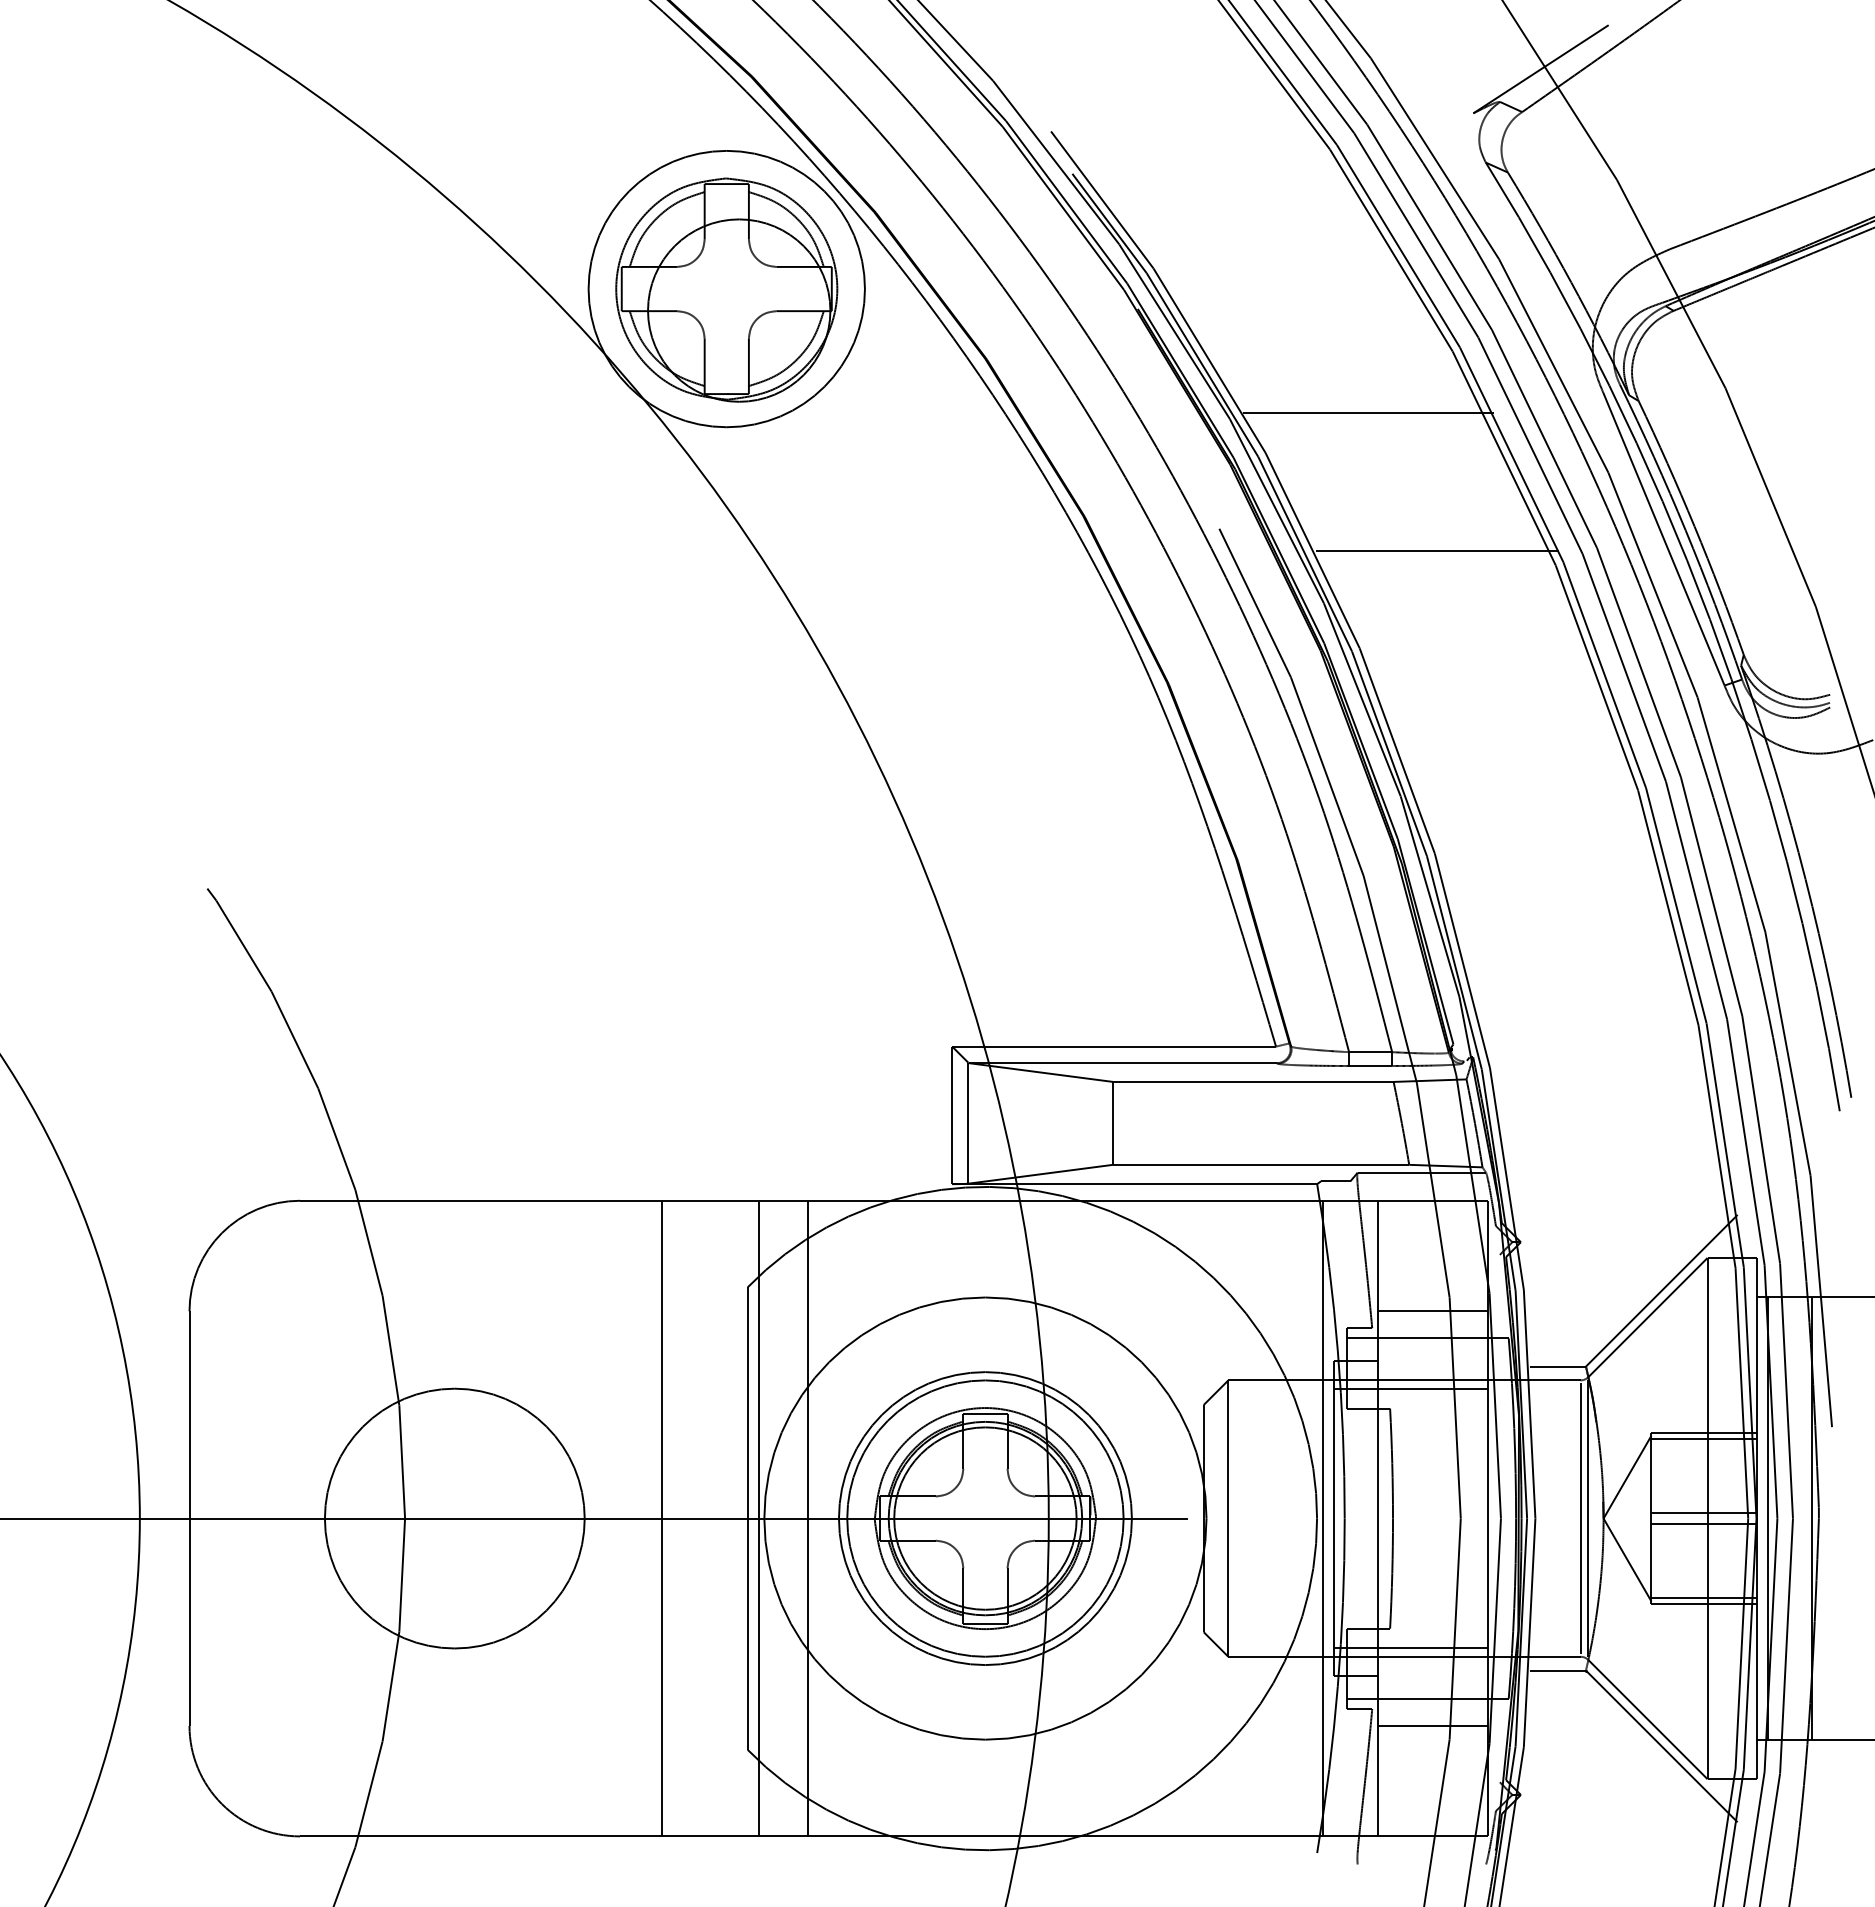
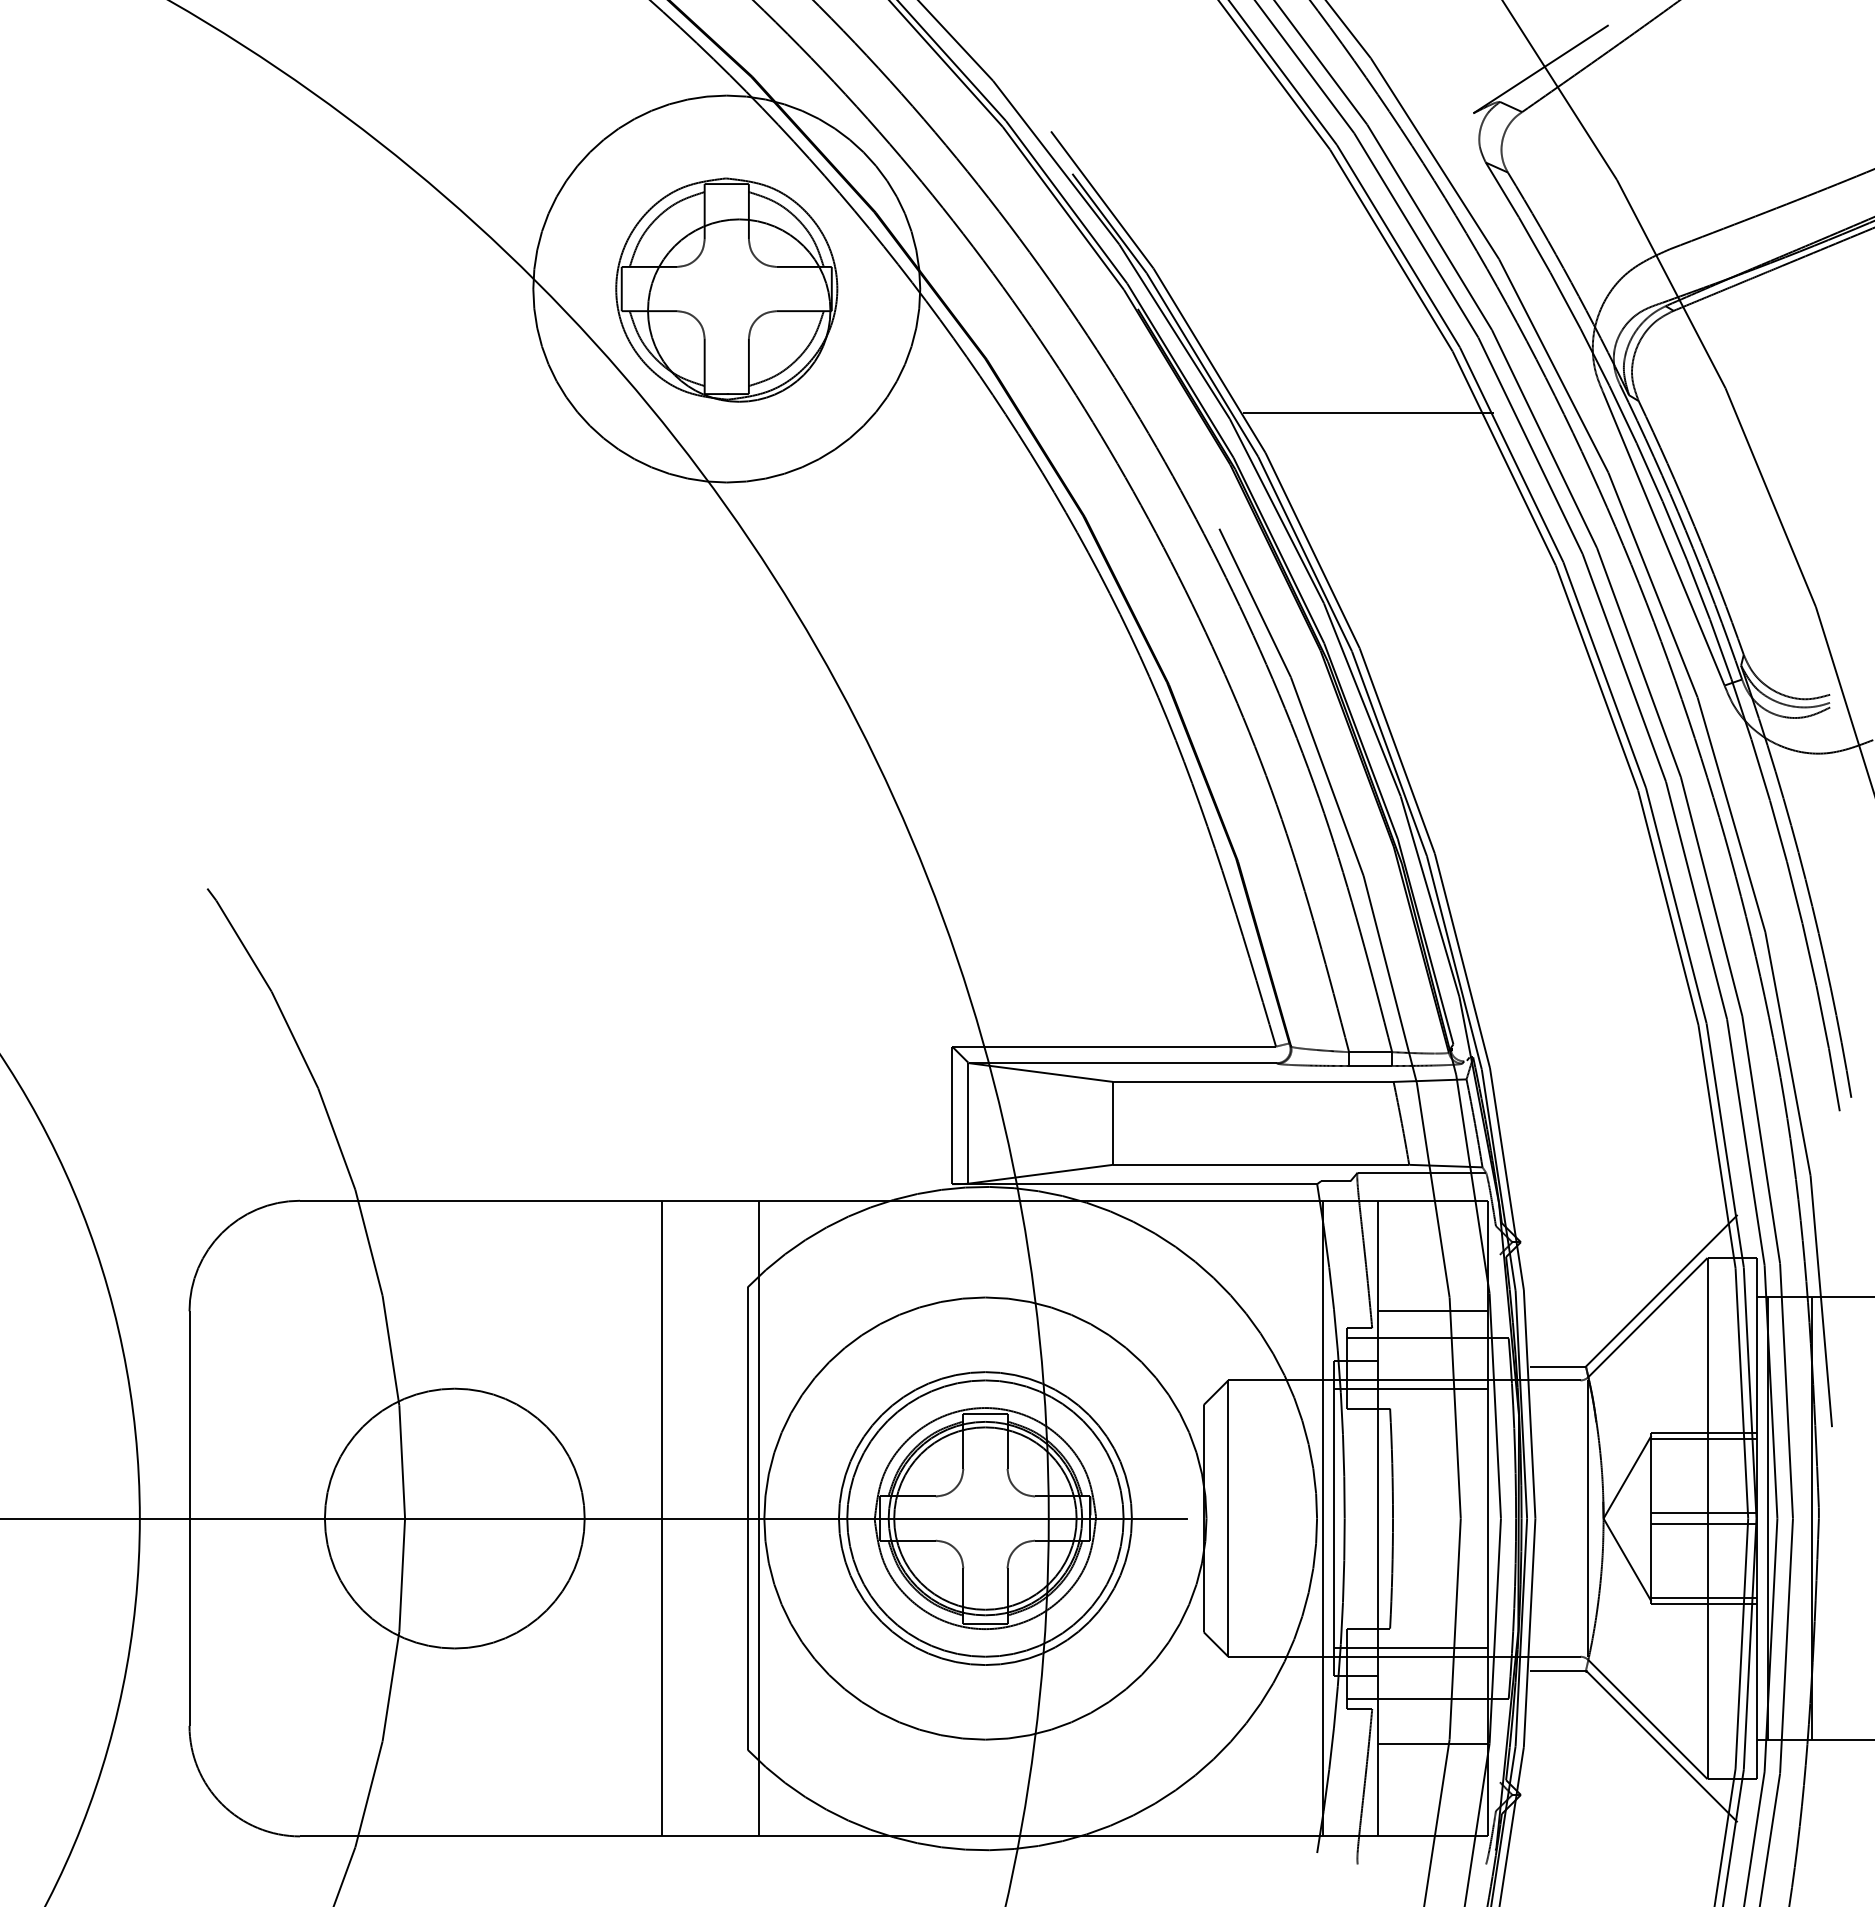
circle at (726, 288) diameter: 276 px -> 387 px
line at (1437, 551): present -> none
line at (808, 1518): present -> none
line at (1580, 1518): present -> none
line at (1432, 1725) position: (1432, 1725) -> (1432, 1743)
